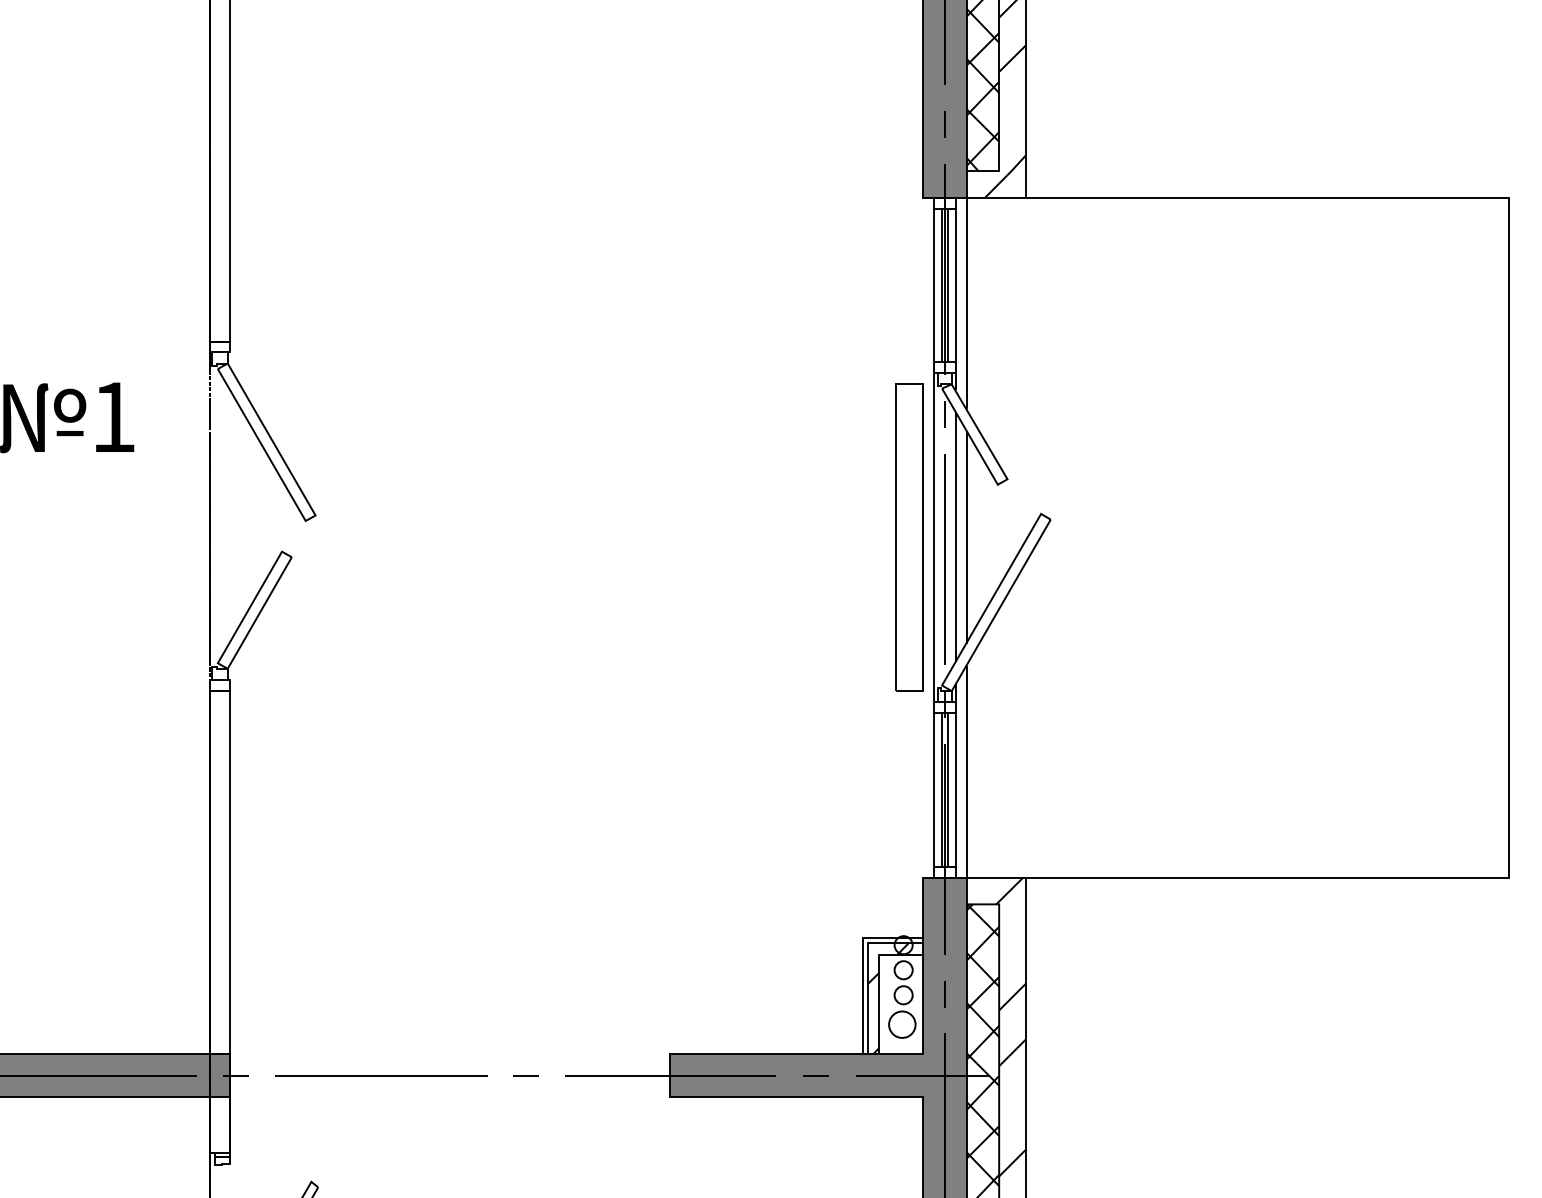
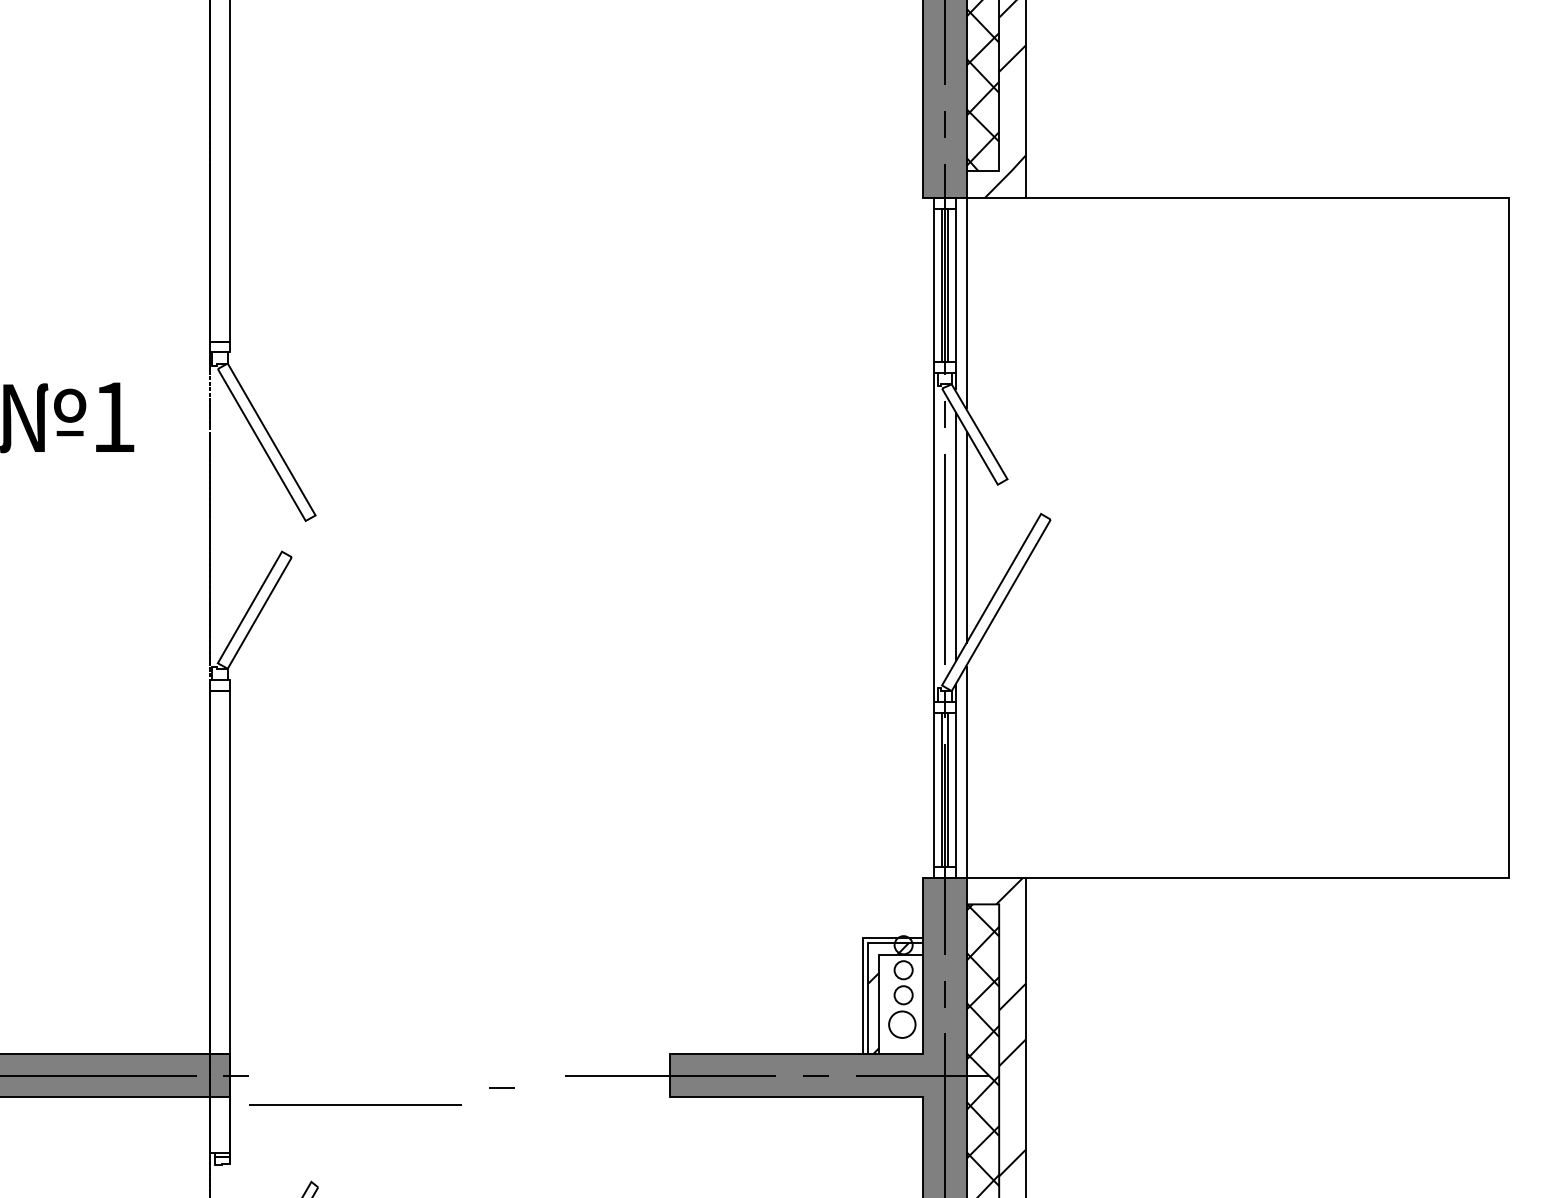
part at (909, 537): present -> none
line at (381, 1075) position: (381, 1075) -> (355, 1104)
line at (525, 1075) position: (525, 1075) -> (501, 1087)
